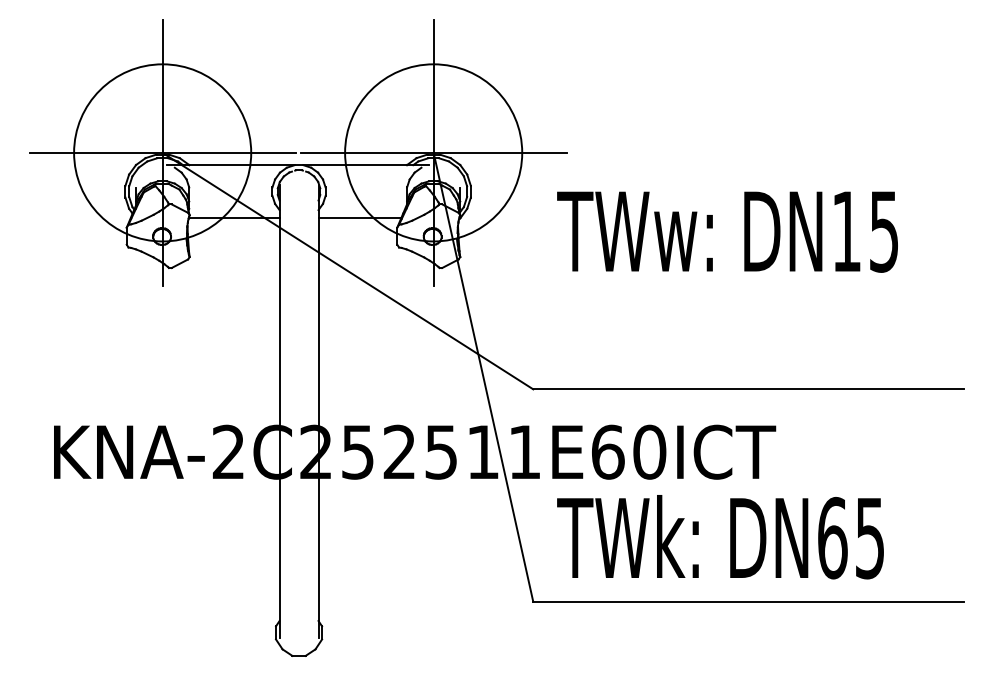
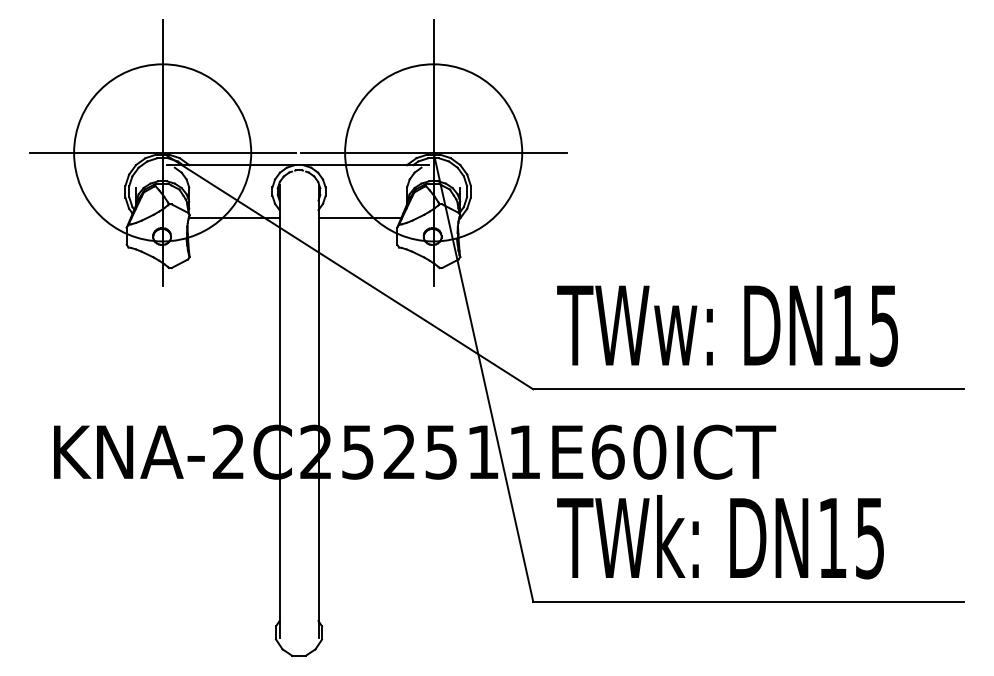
text at (727, 231) position: (727, 231) -> (727, 325)
text at (832, 537): DN65 -> DN15
